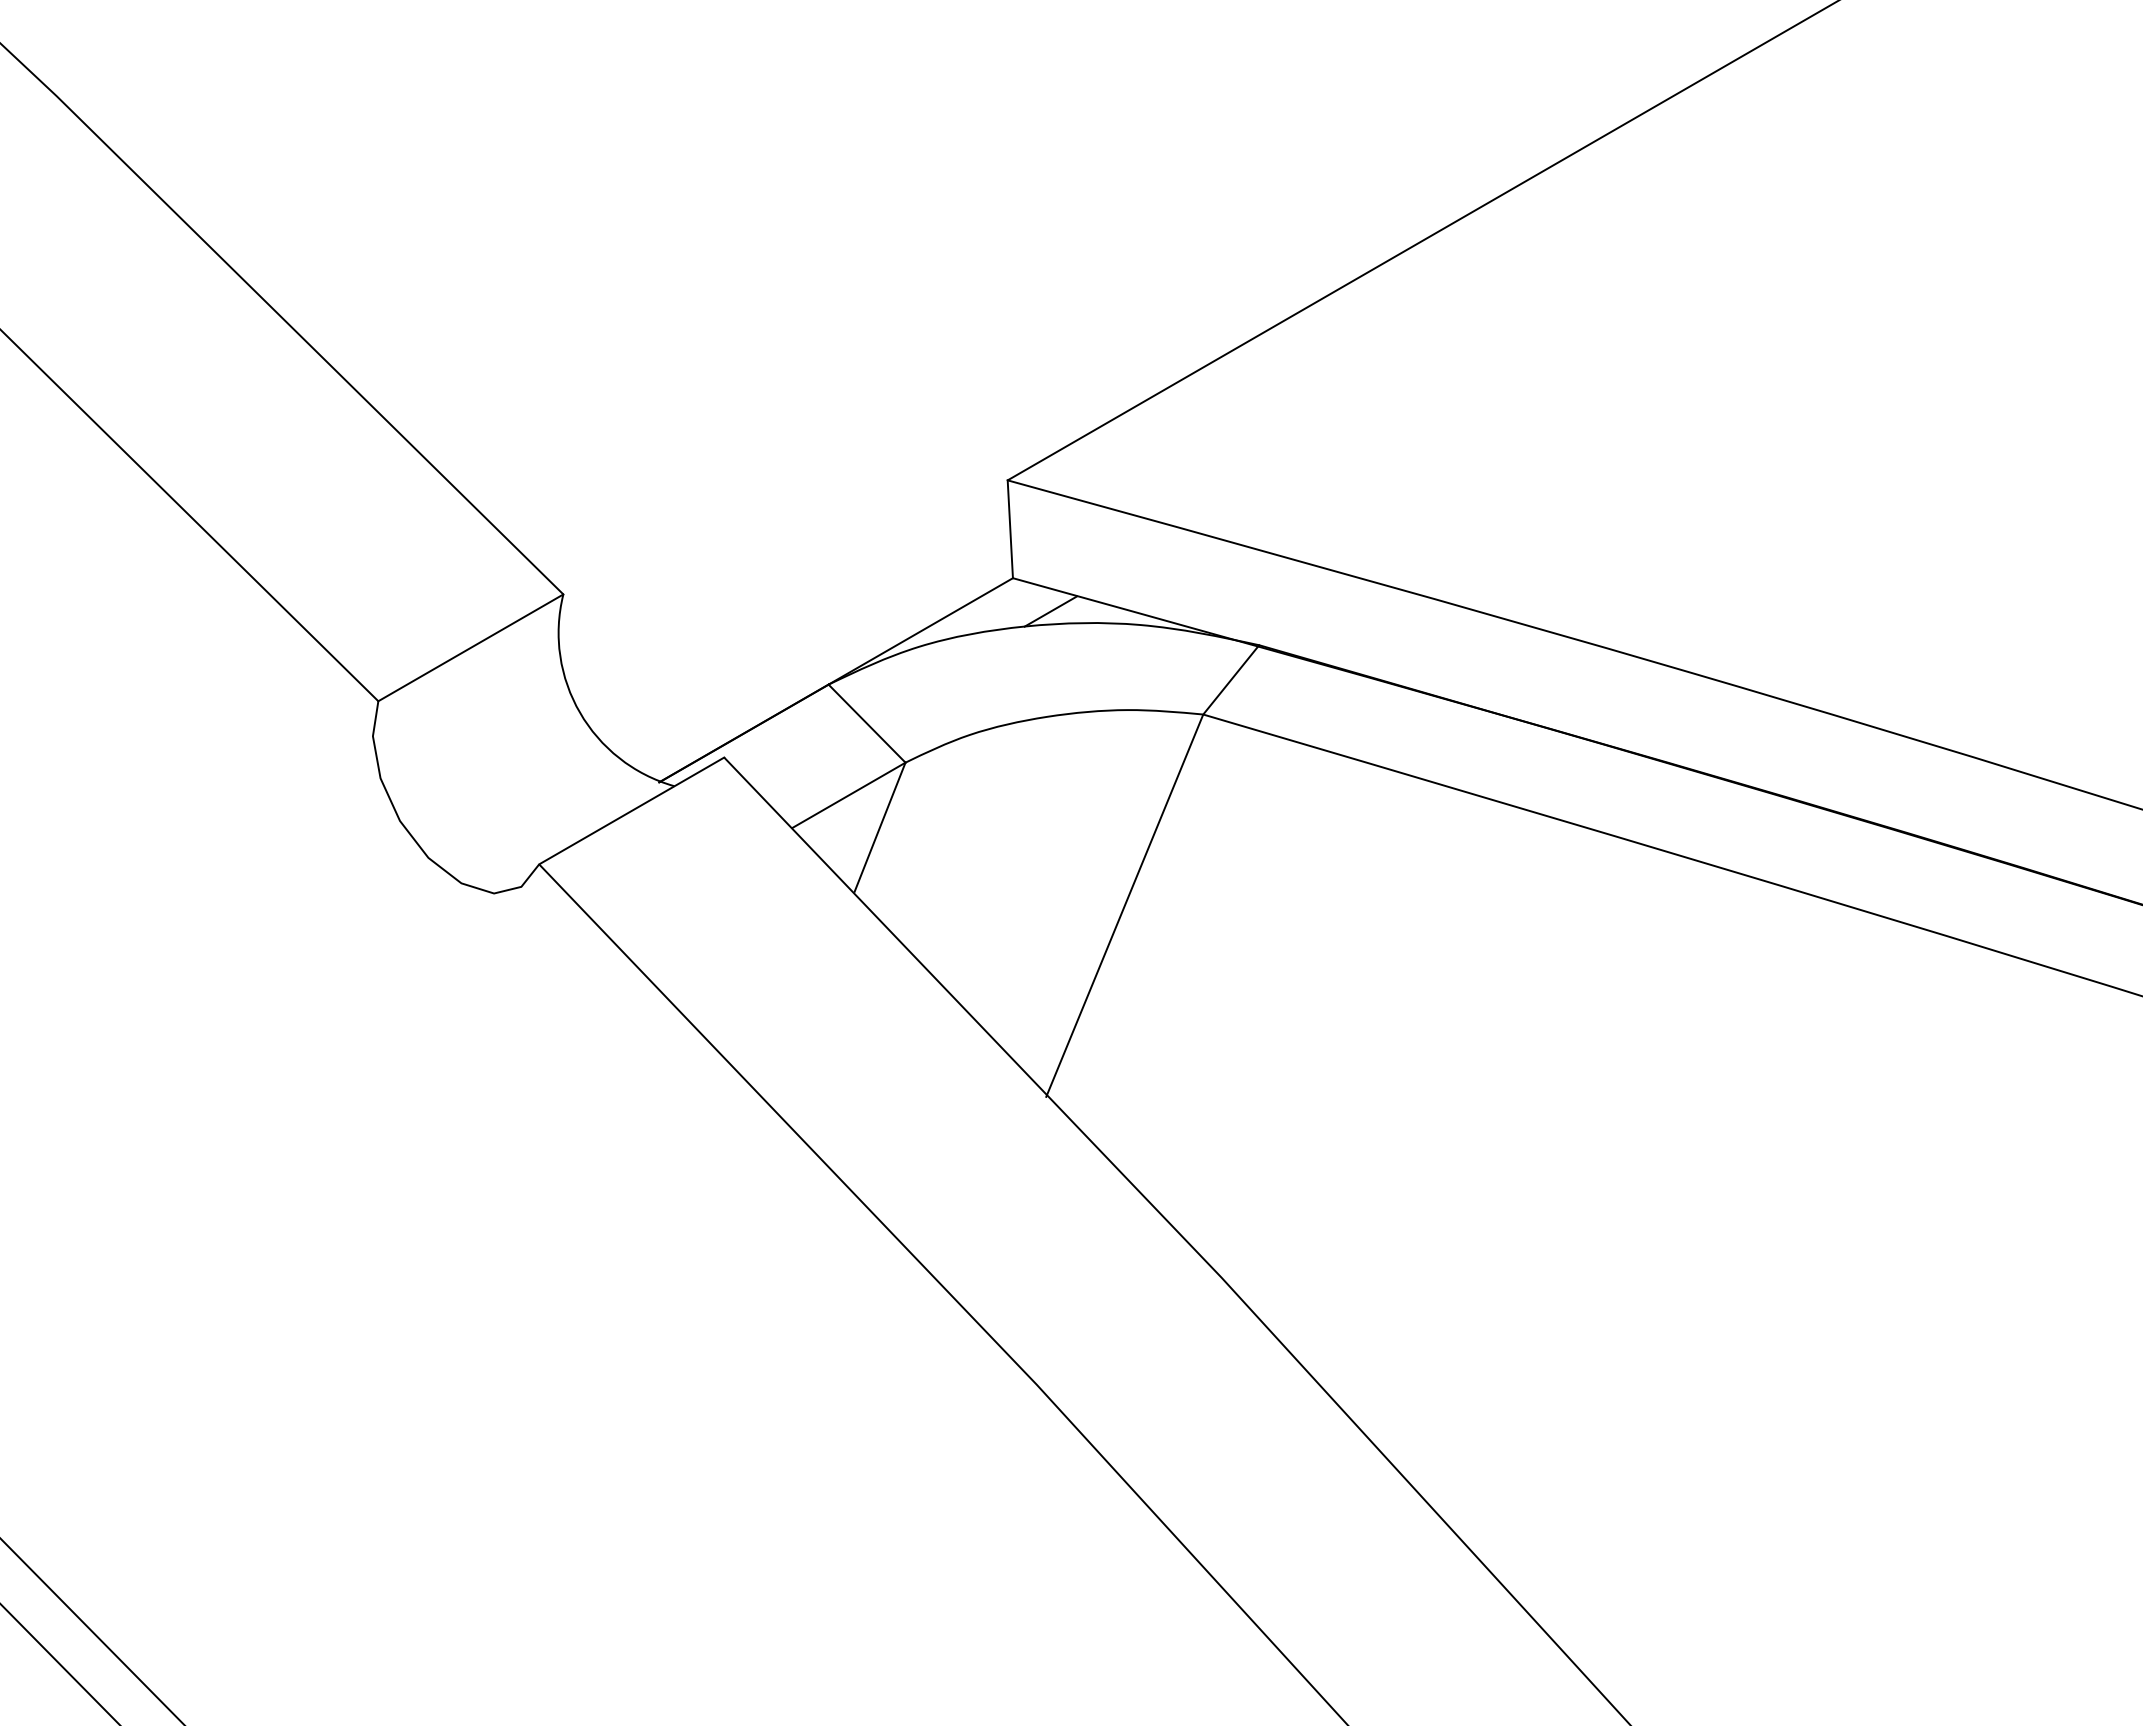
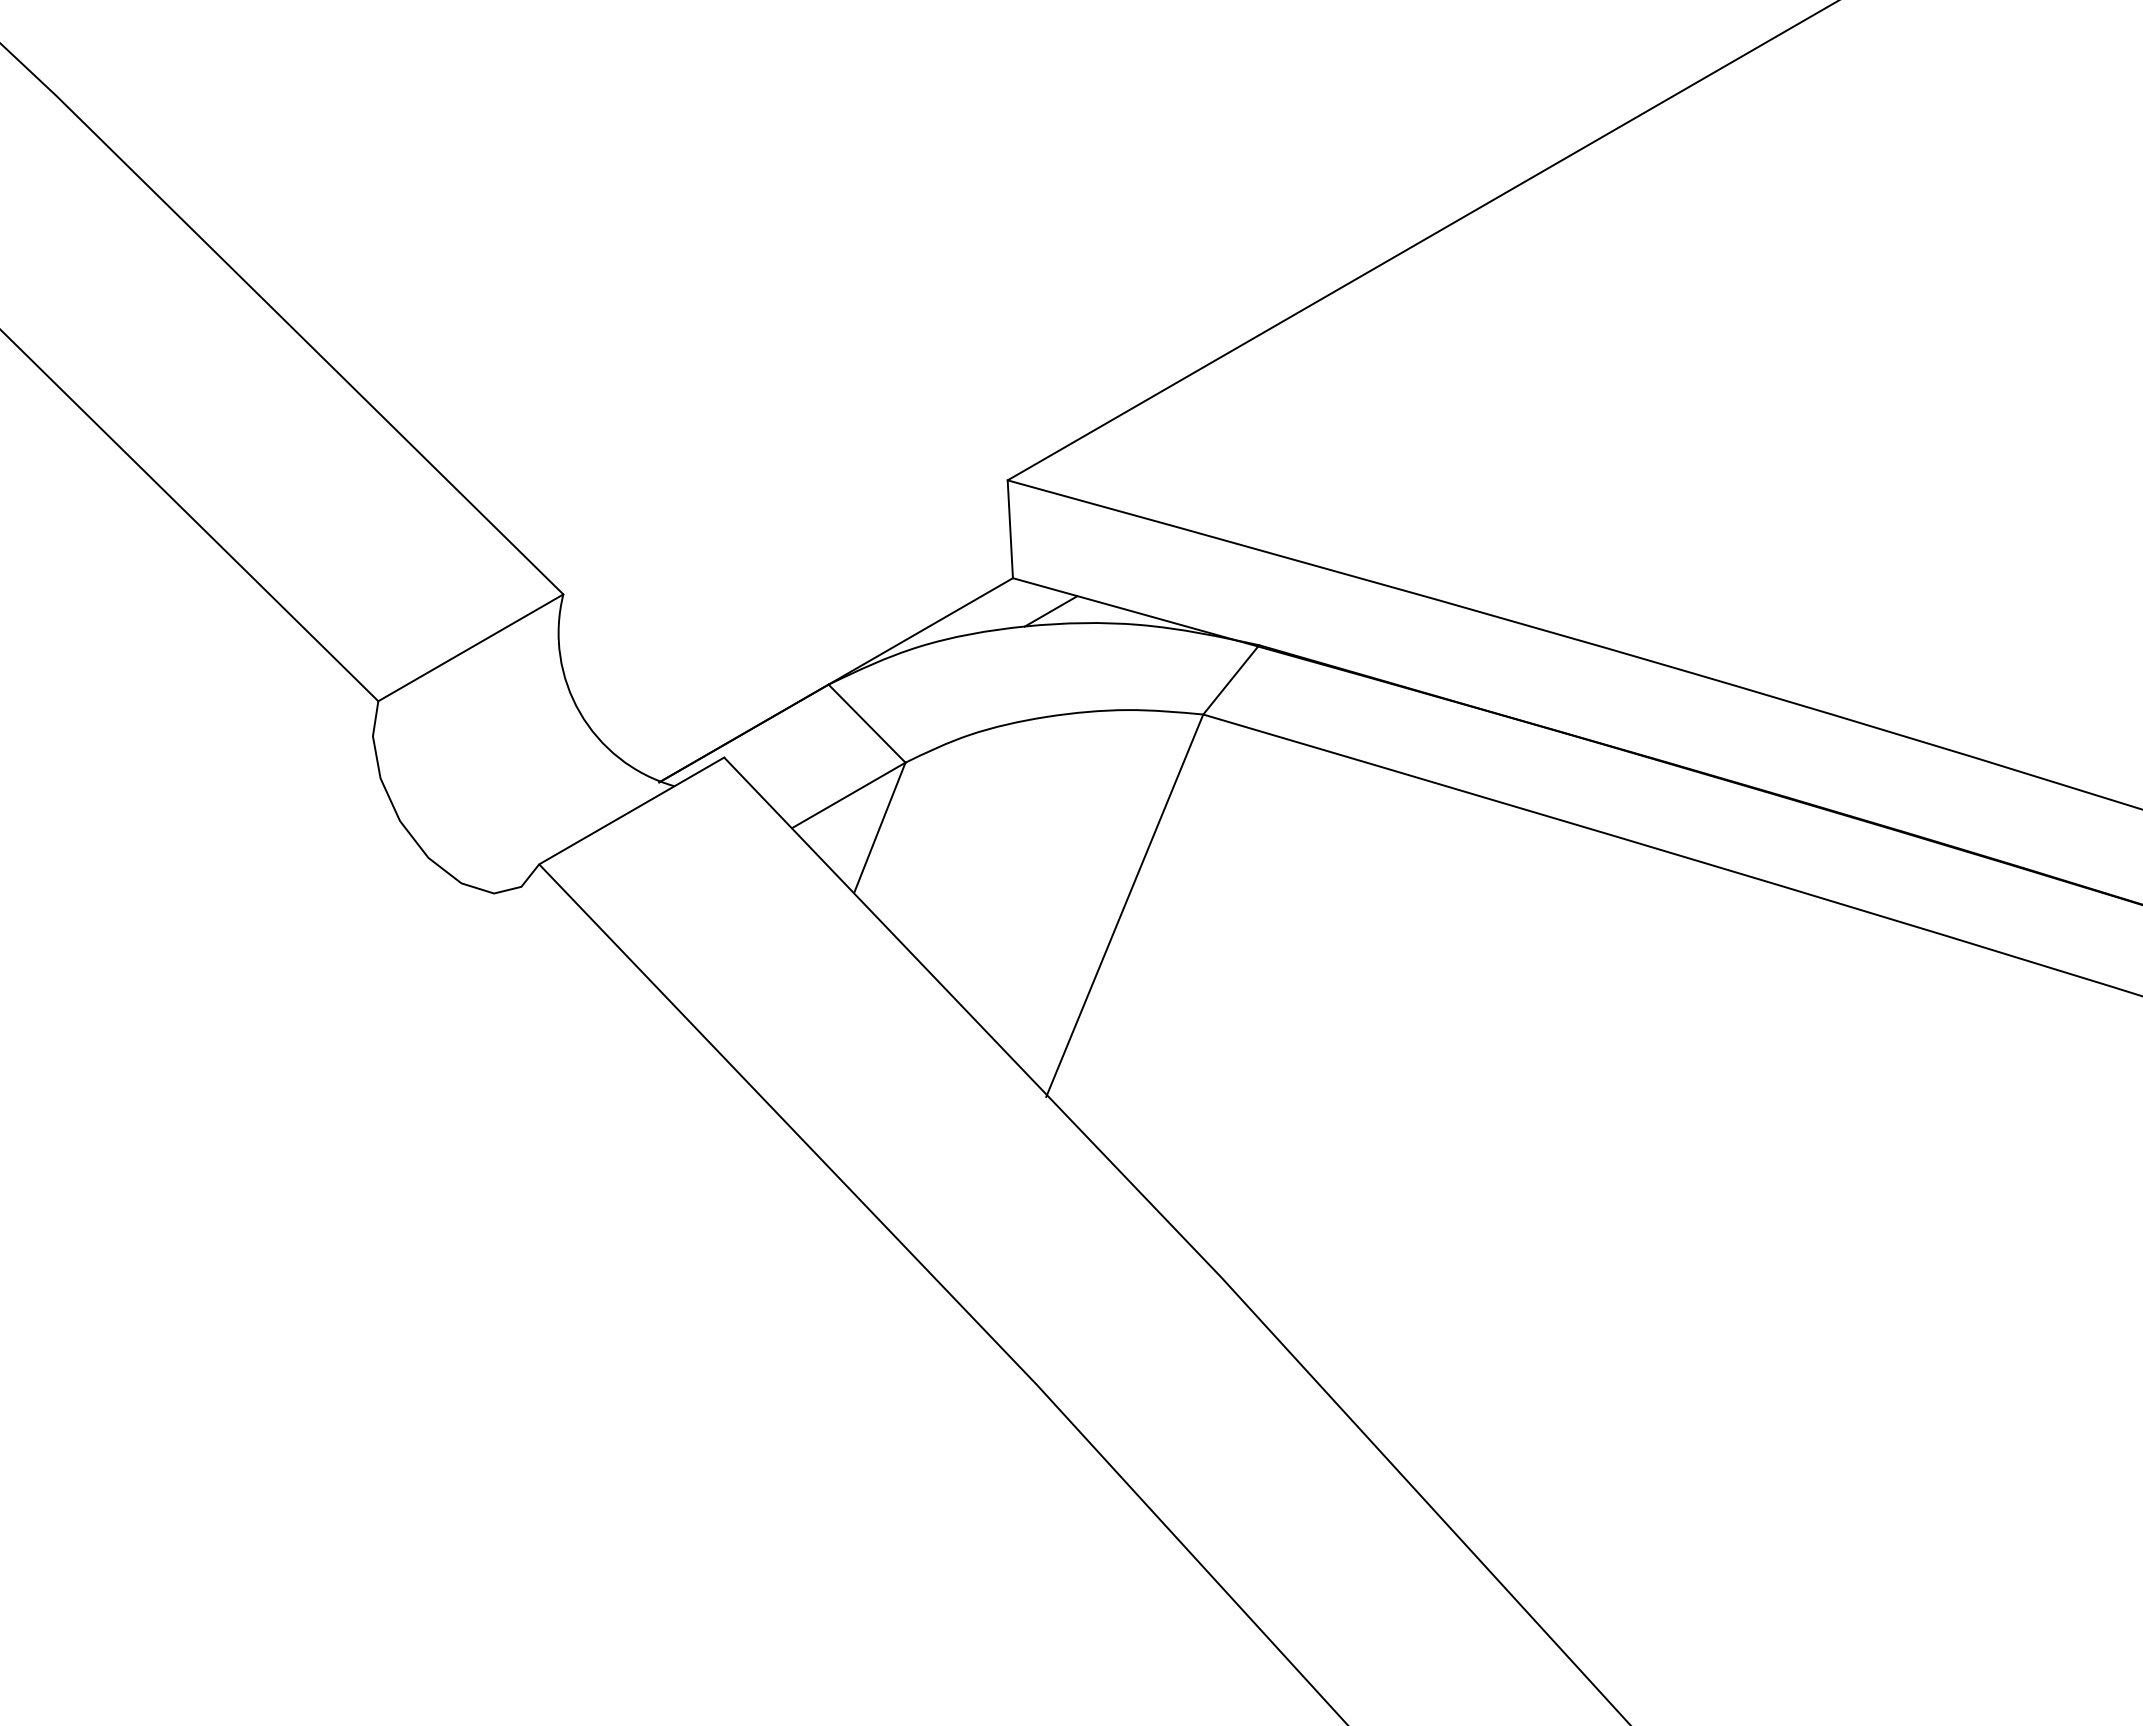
line at (92, 1631): present -> none
line at (59, 1663): present -> none
